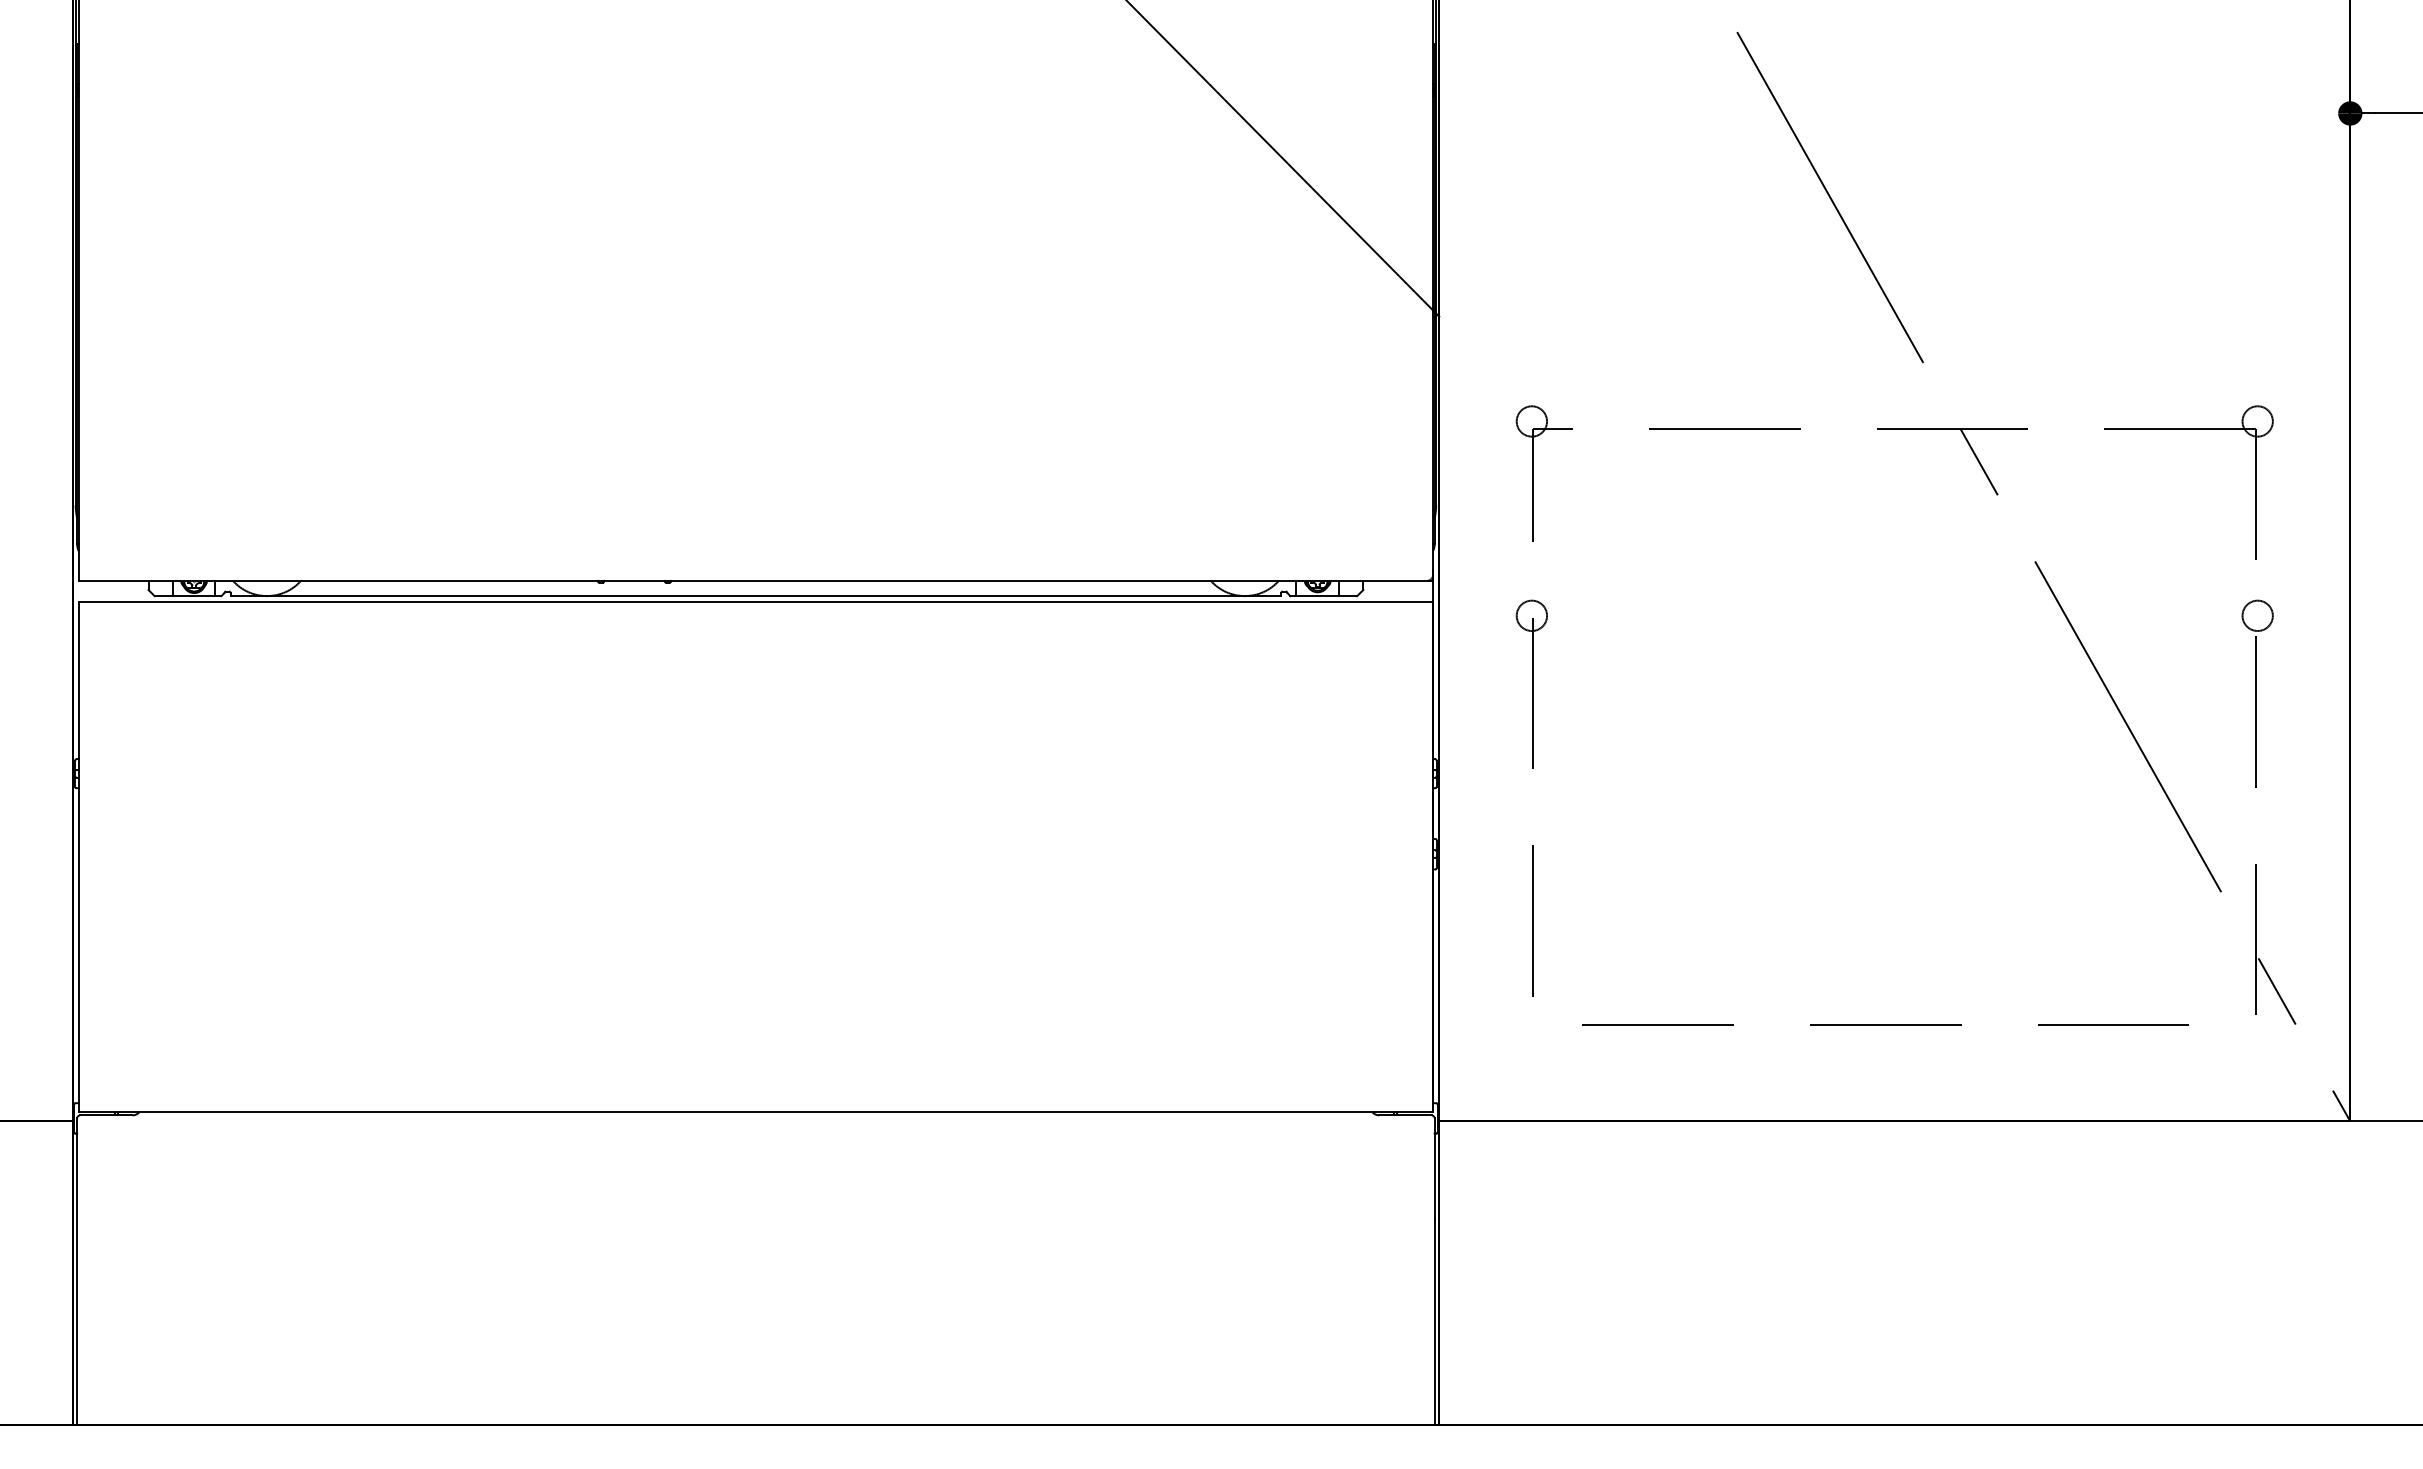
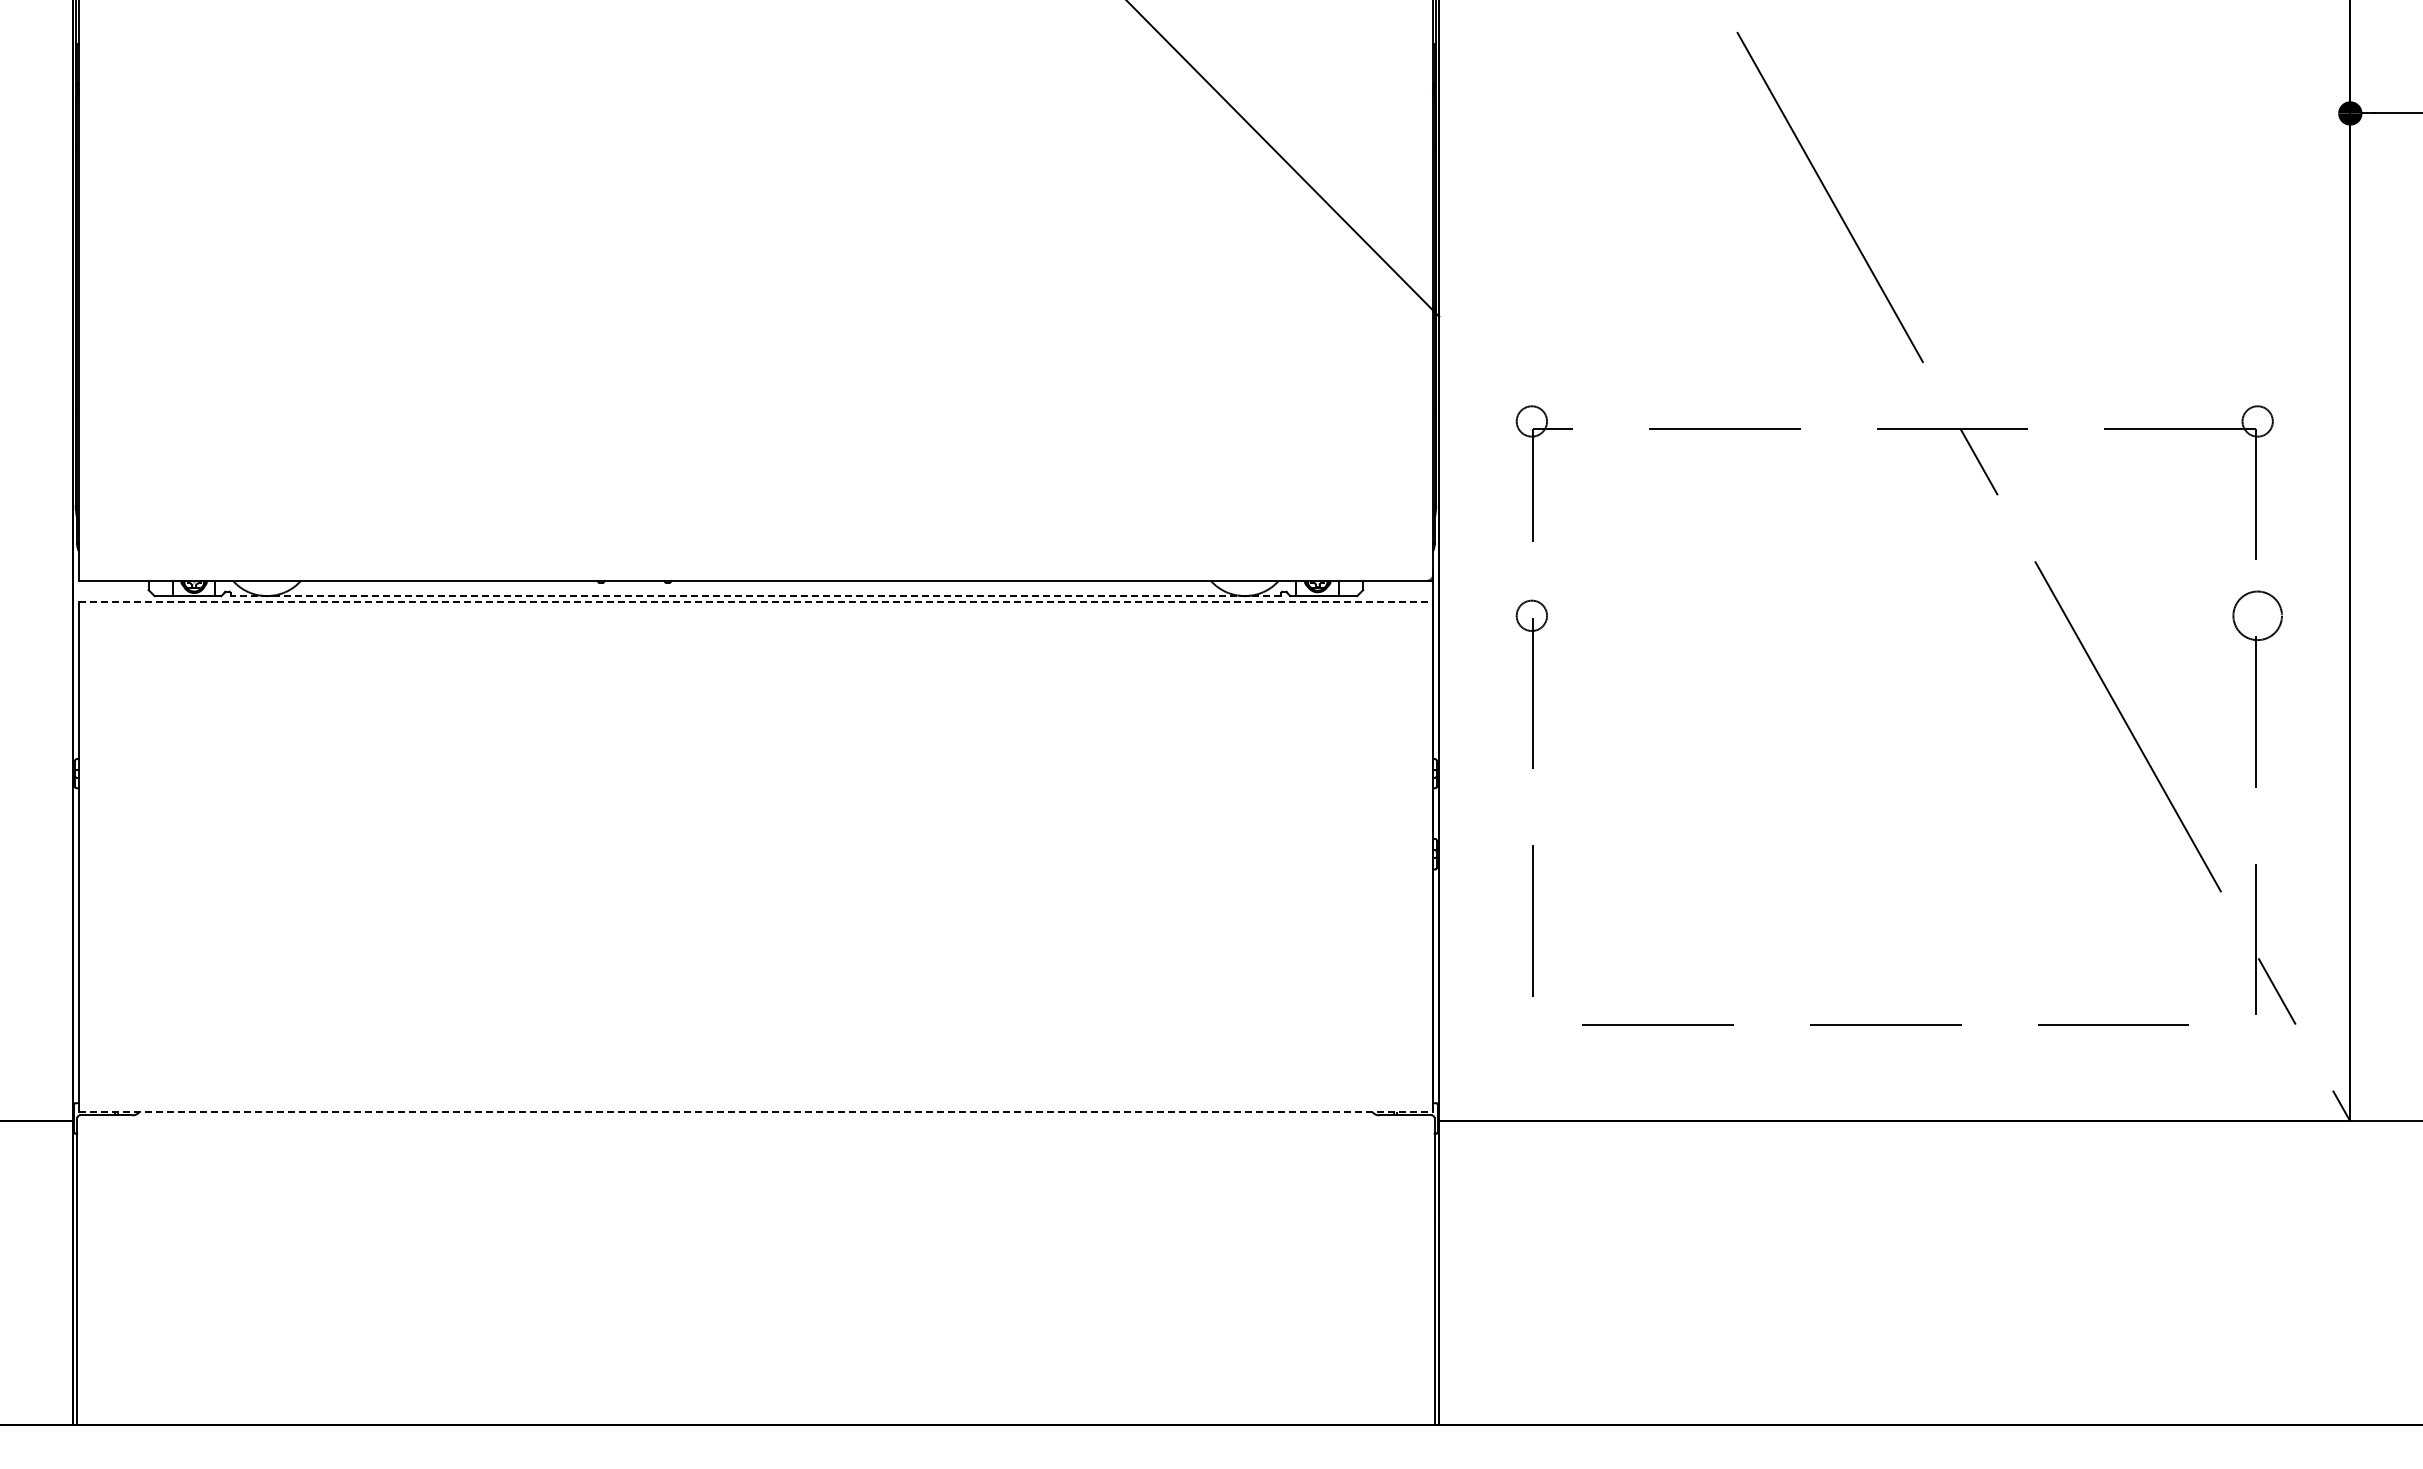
line at (755, 596): solid -> dashed
line at (756, 602): solid -> dashed
circle at (2257, 615) diameter: 30 px -> 49 px
line at (756, 1112): solid -> dashed
